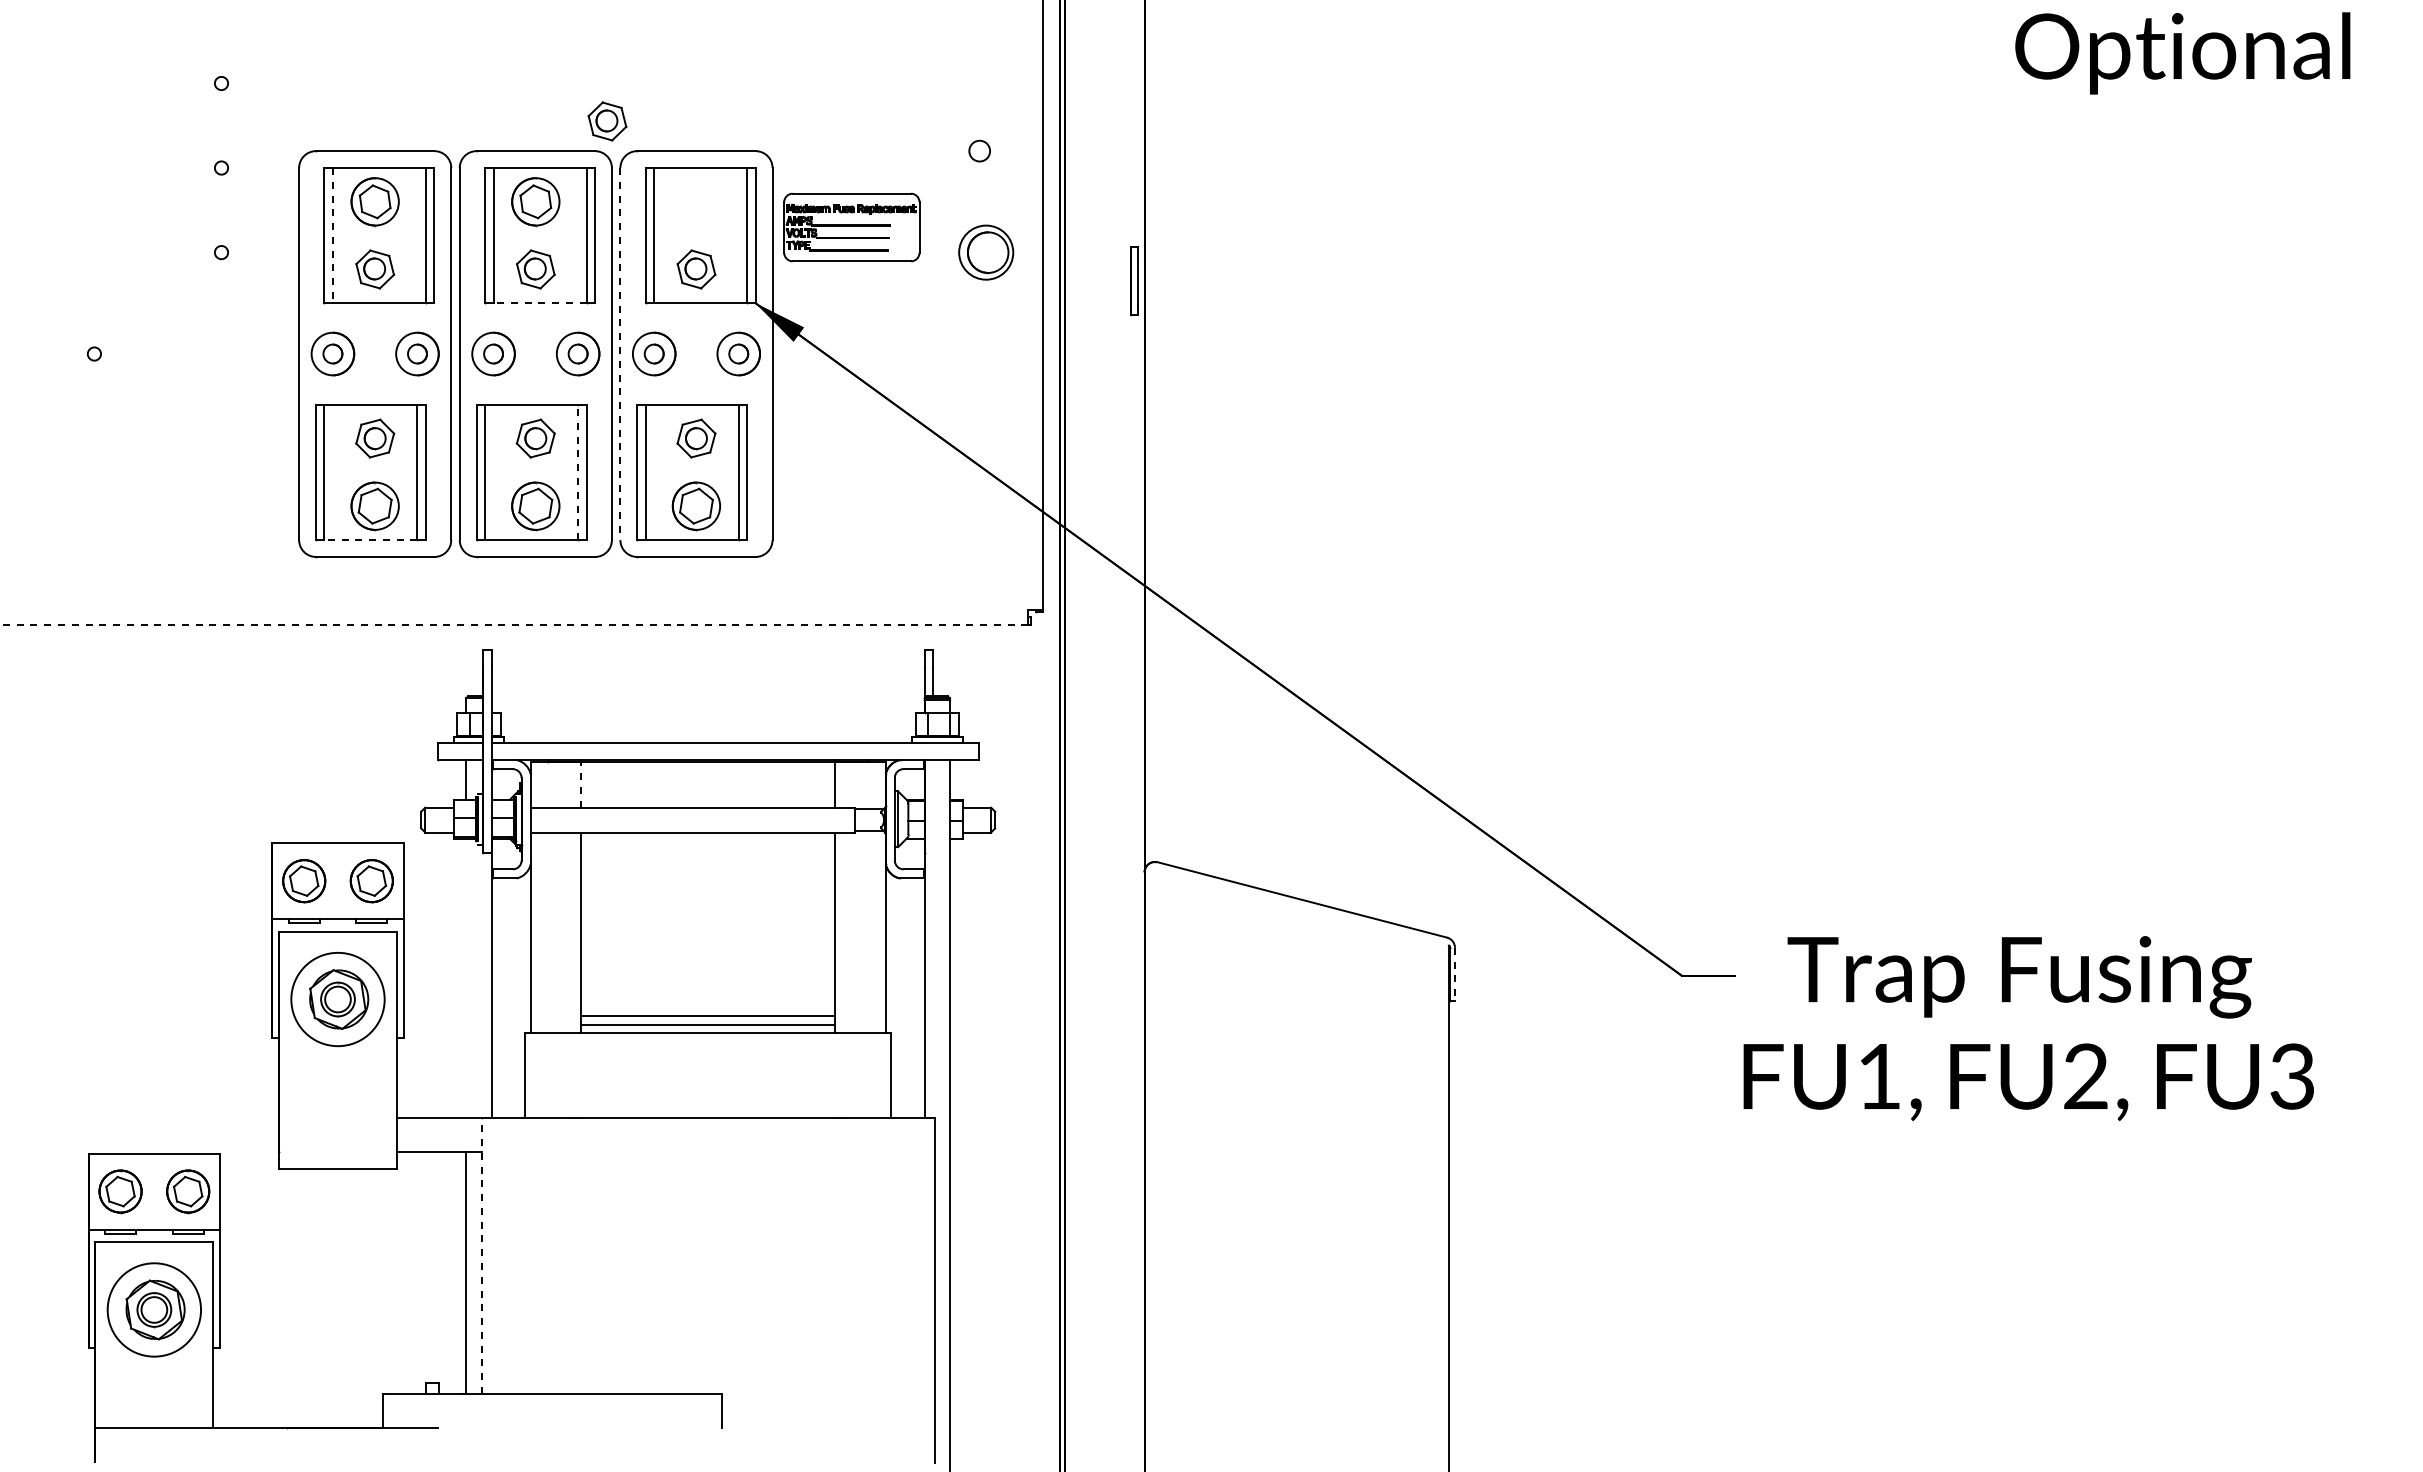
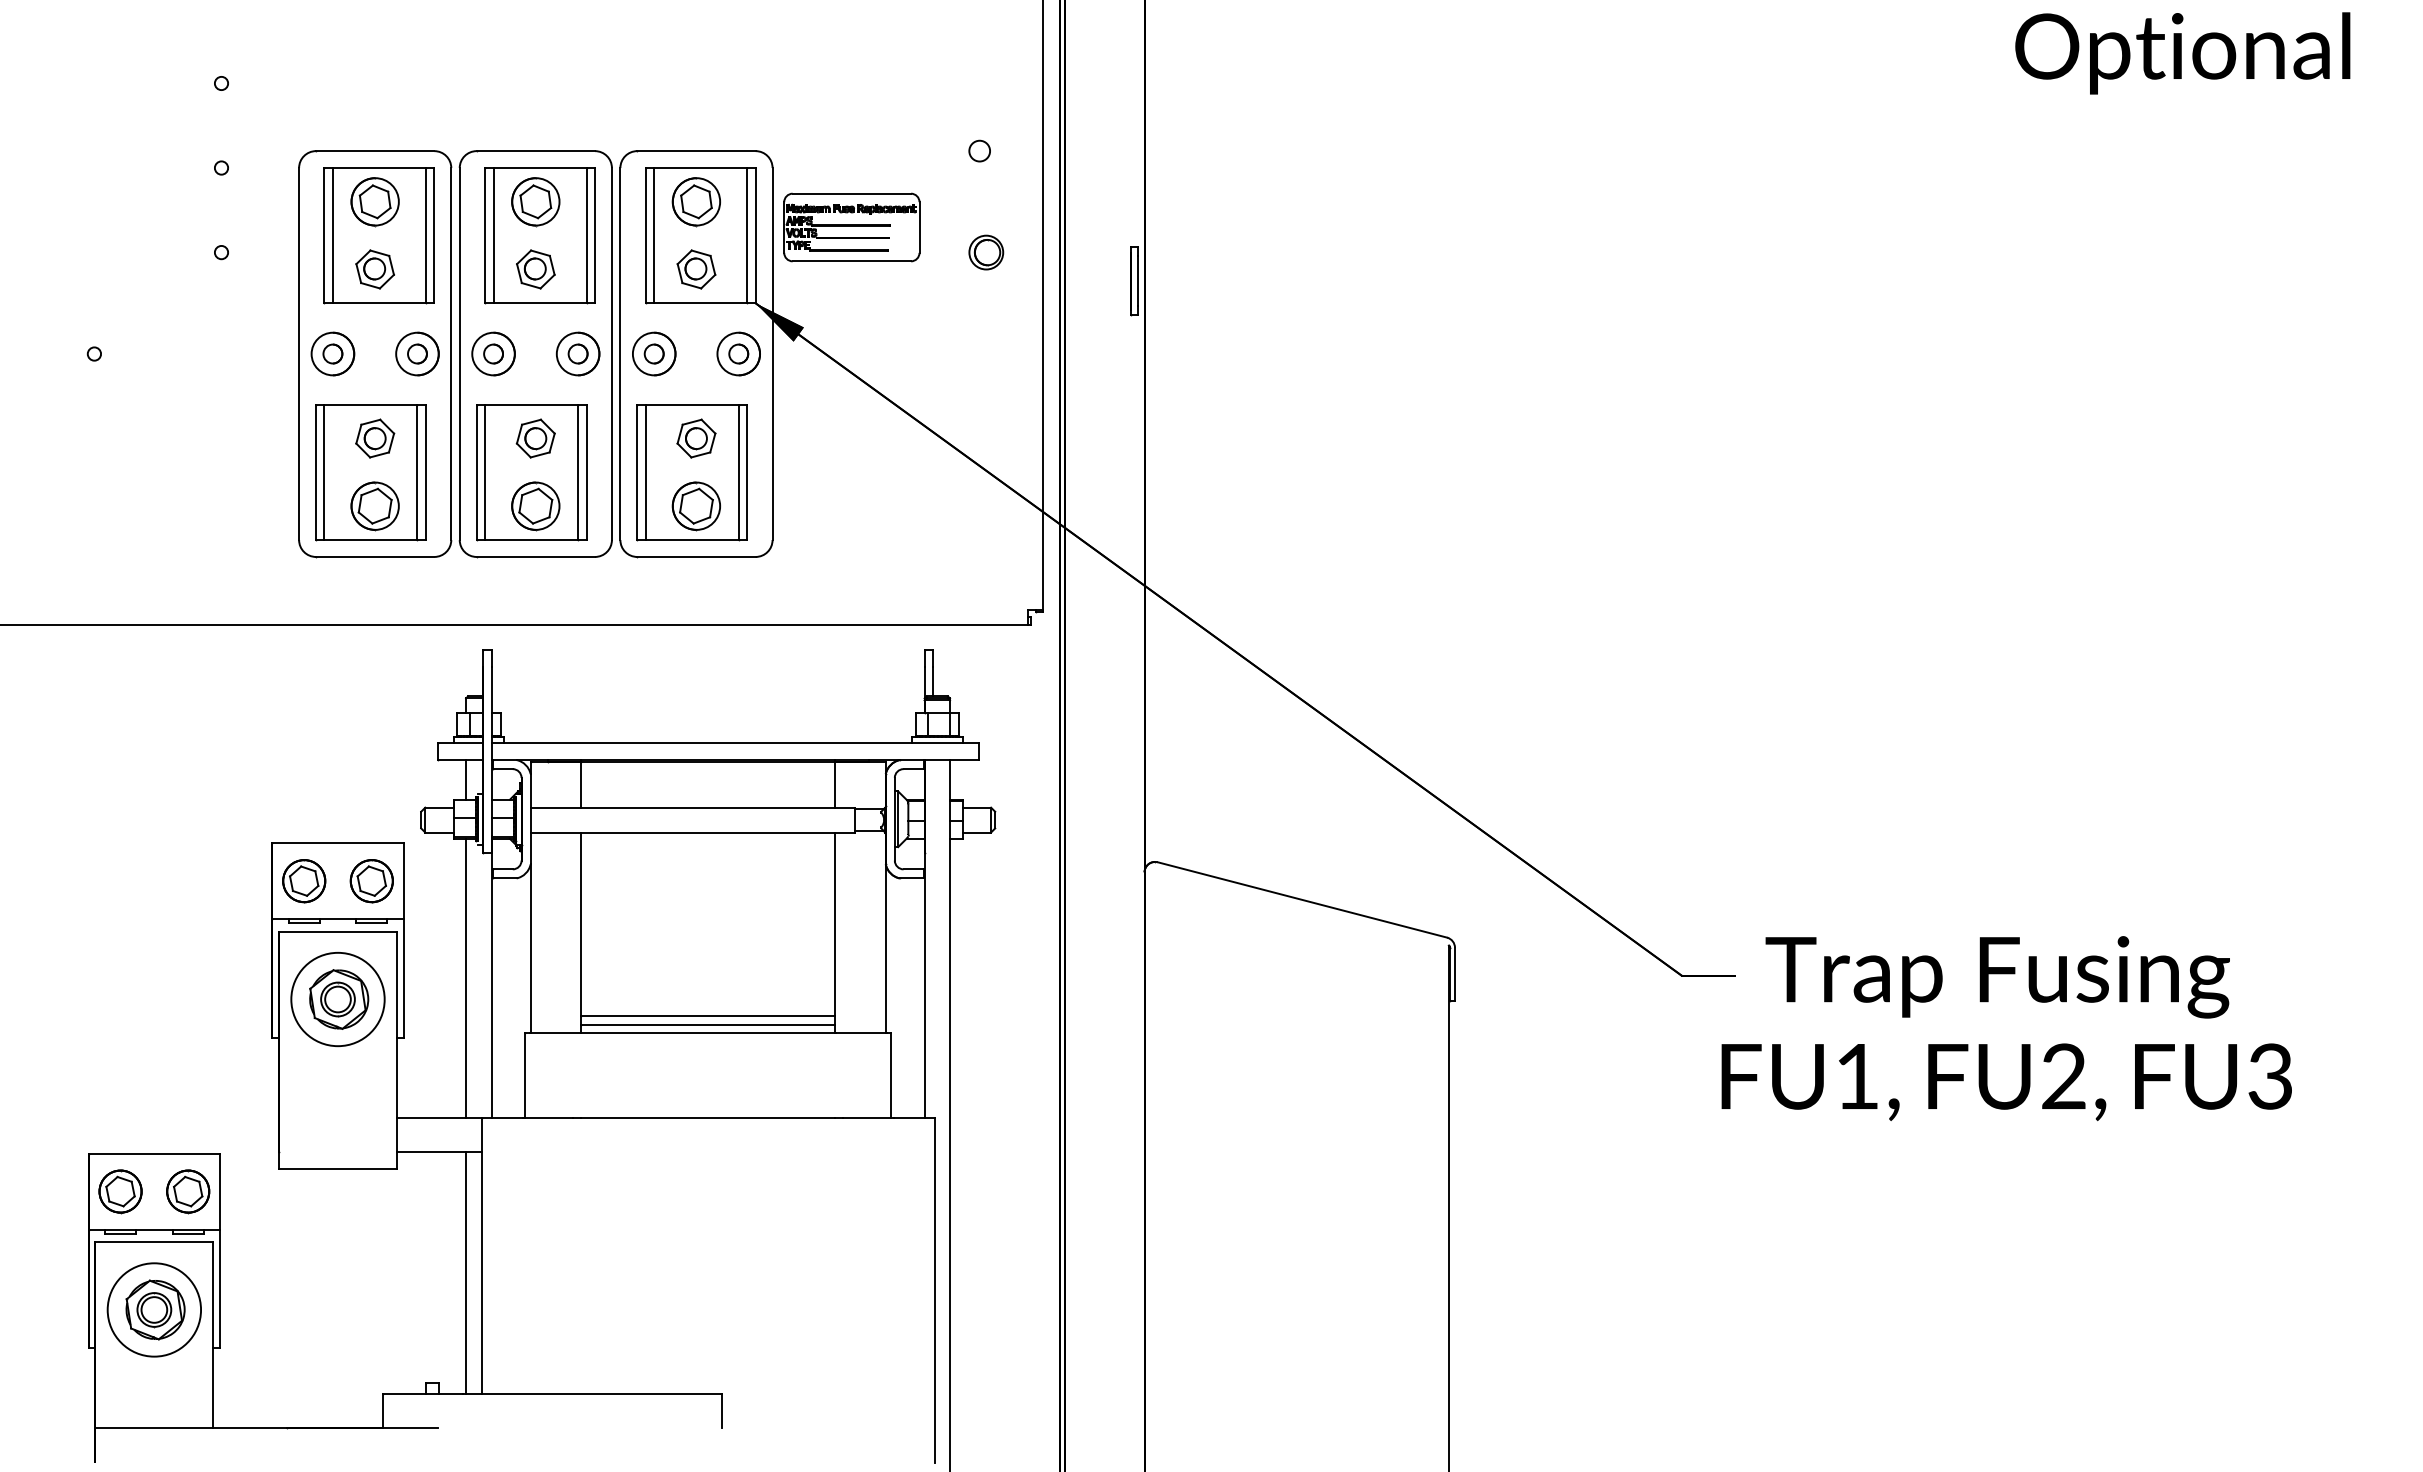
part at (607, 121): present -> none
part at (695, 202): none -> present
line at (332, 235): dashed -> solid
part at (986, 252) size: 57x57 px -> 37x37 px
line at (540, 303): dashed -> solid
line at (620, 354): dashed -> solid
line at (578, 472): dashed -> solid
line at (370, 540): dashed -> solid
line at (514, 624): dashed -> solid
line at (581, 784): dashed -> solid
line at (1455, 974): dashed -> solid
line at (465, 977): none -> present
text at (2028, 1028) position: (2028, 1028) -> (2006, 1028)
line at (481, 1255): dashed -> solid
